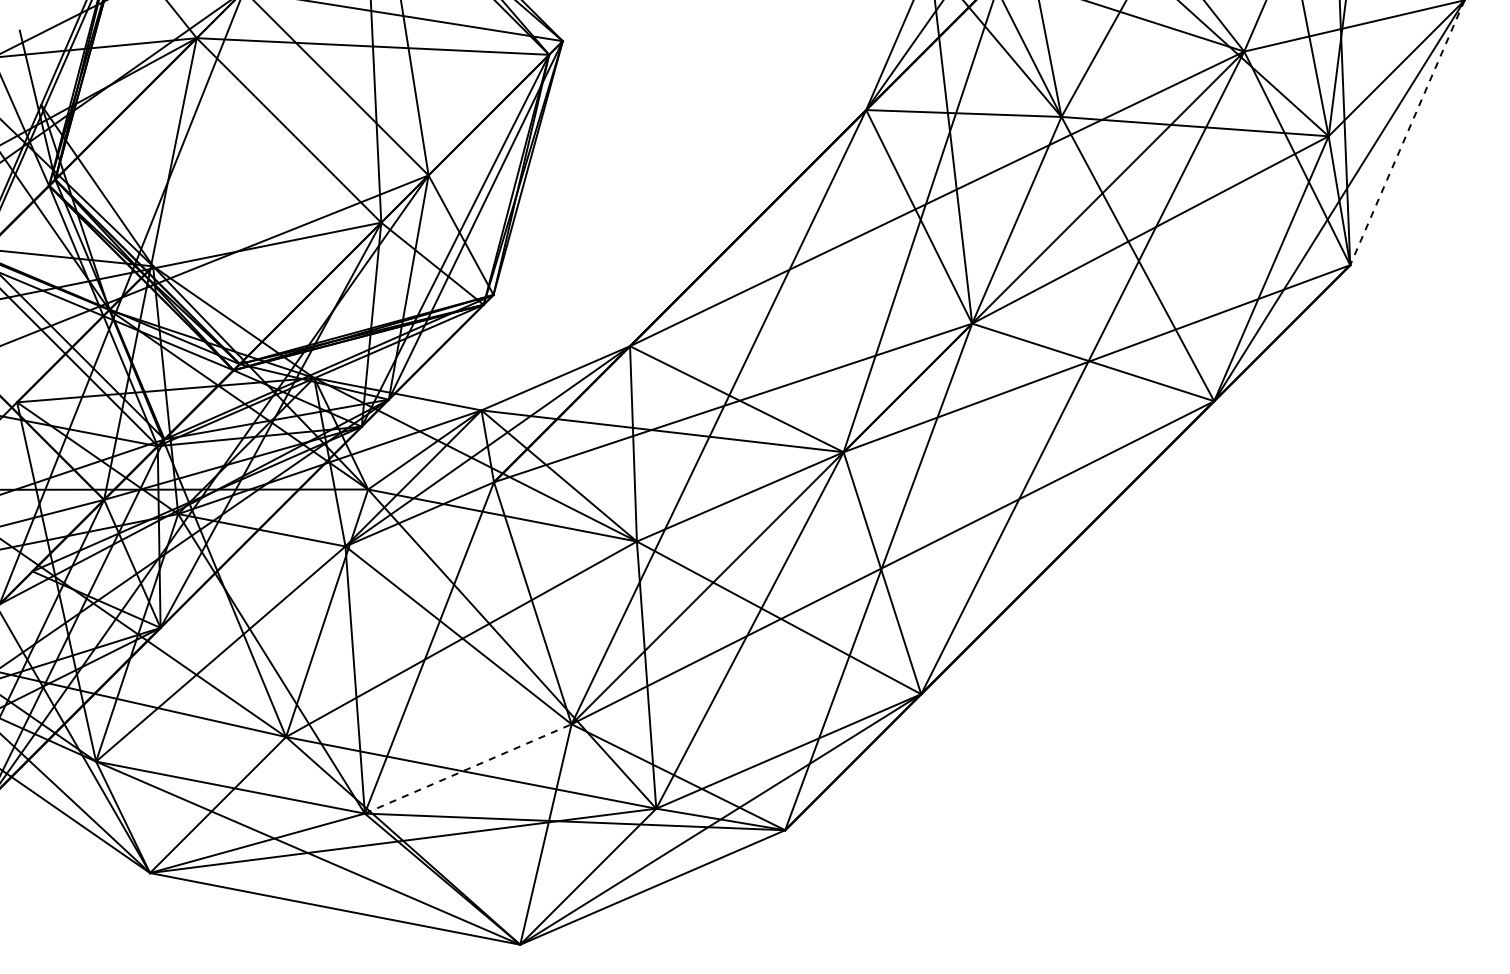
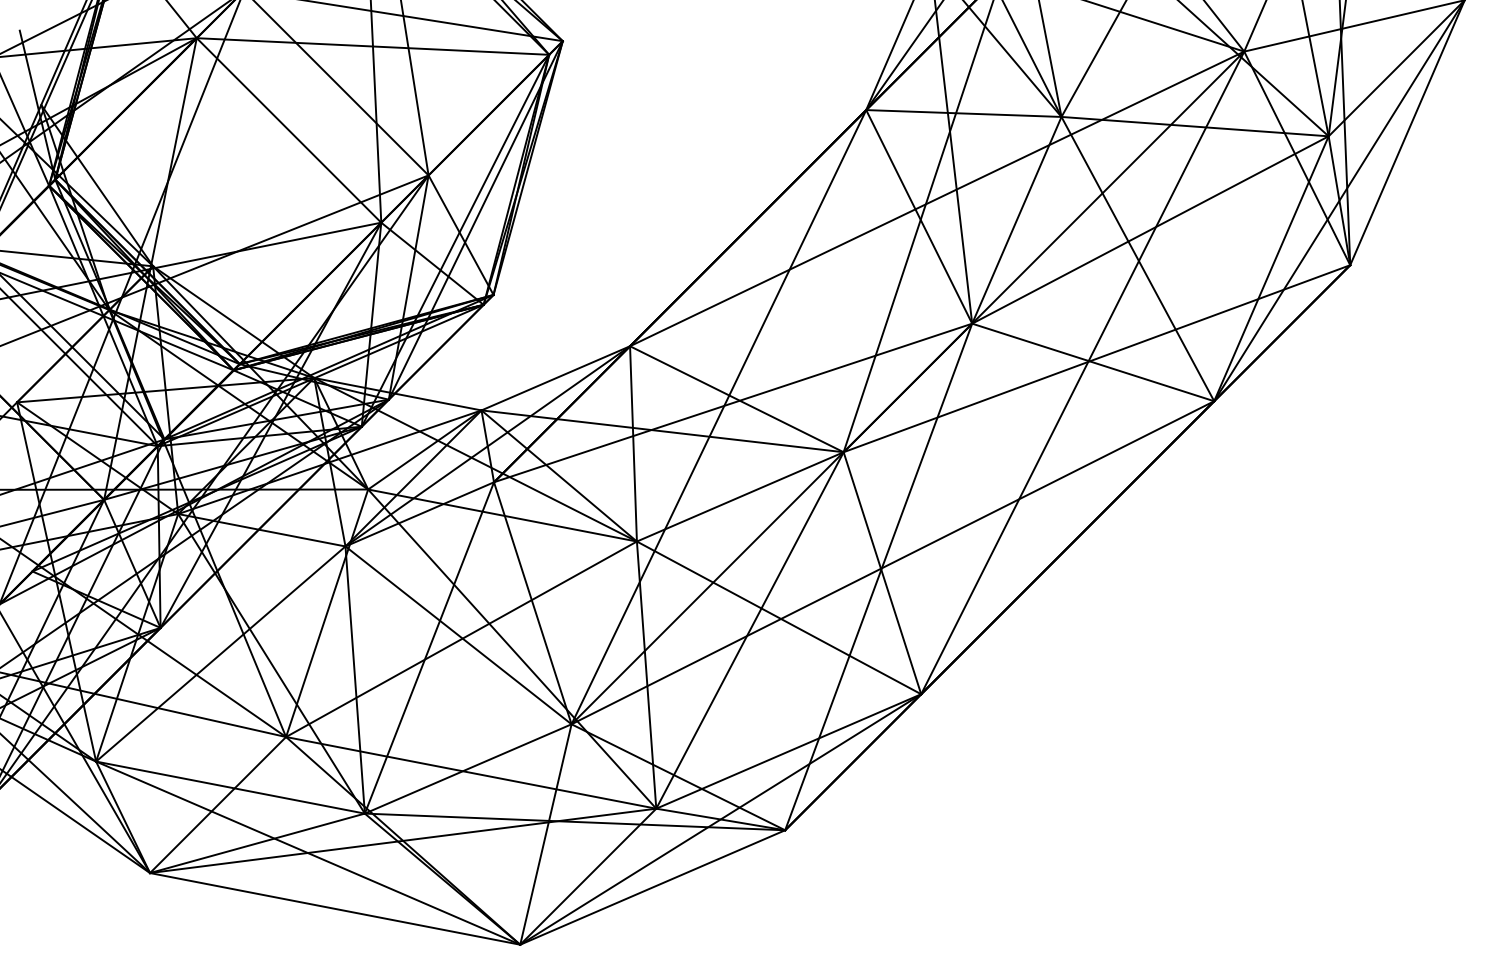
line at (1407, 133): dashed -> solid
line at (468, 768): dashed -> solid
